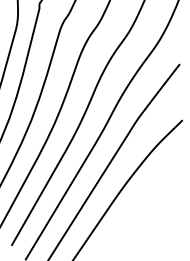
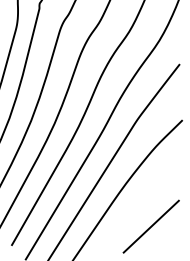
line at (150, 226): none -> present
